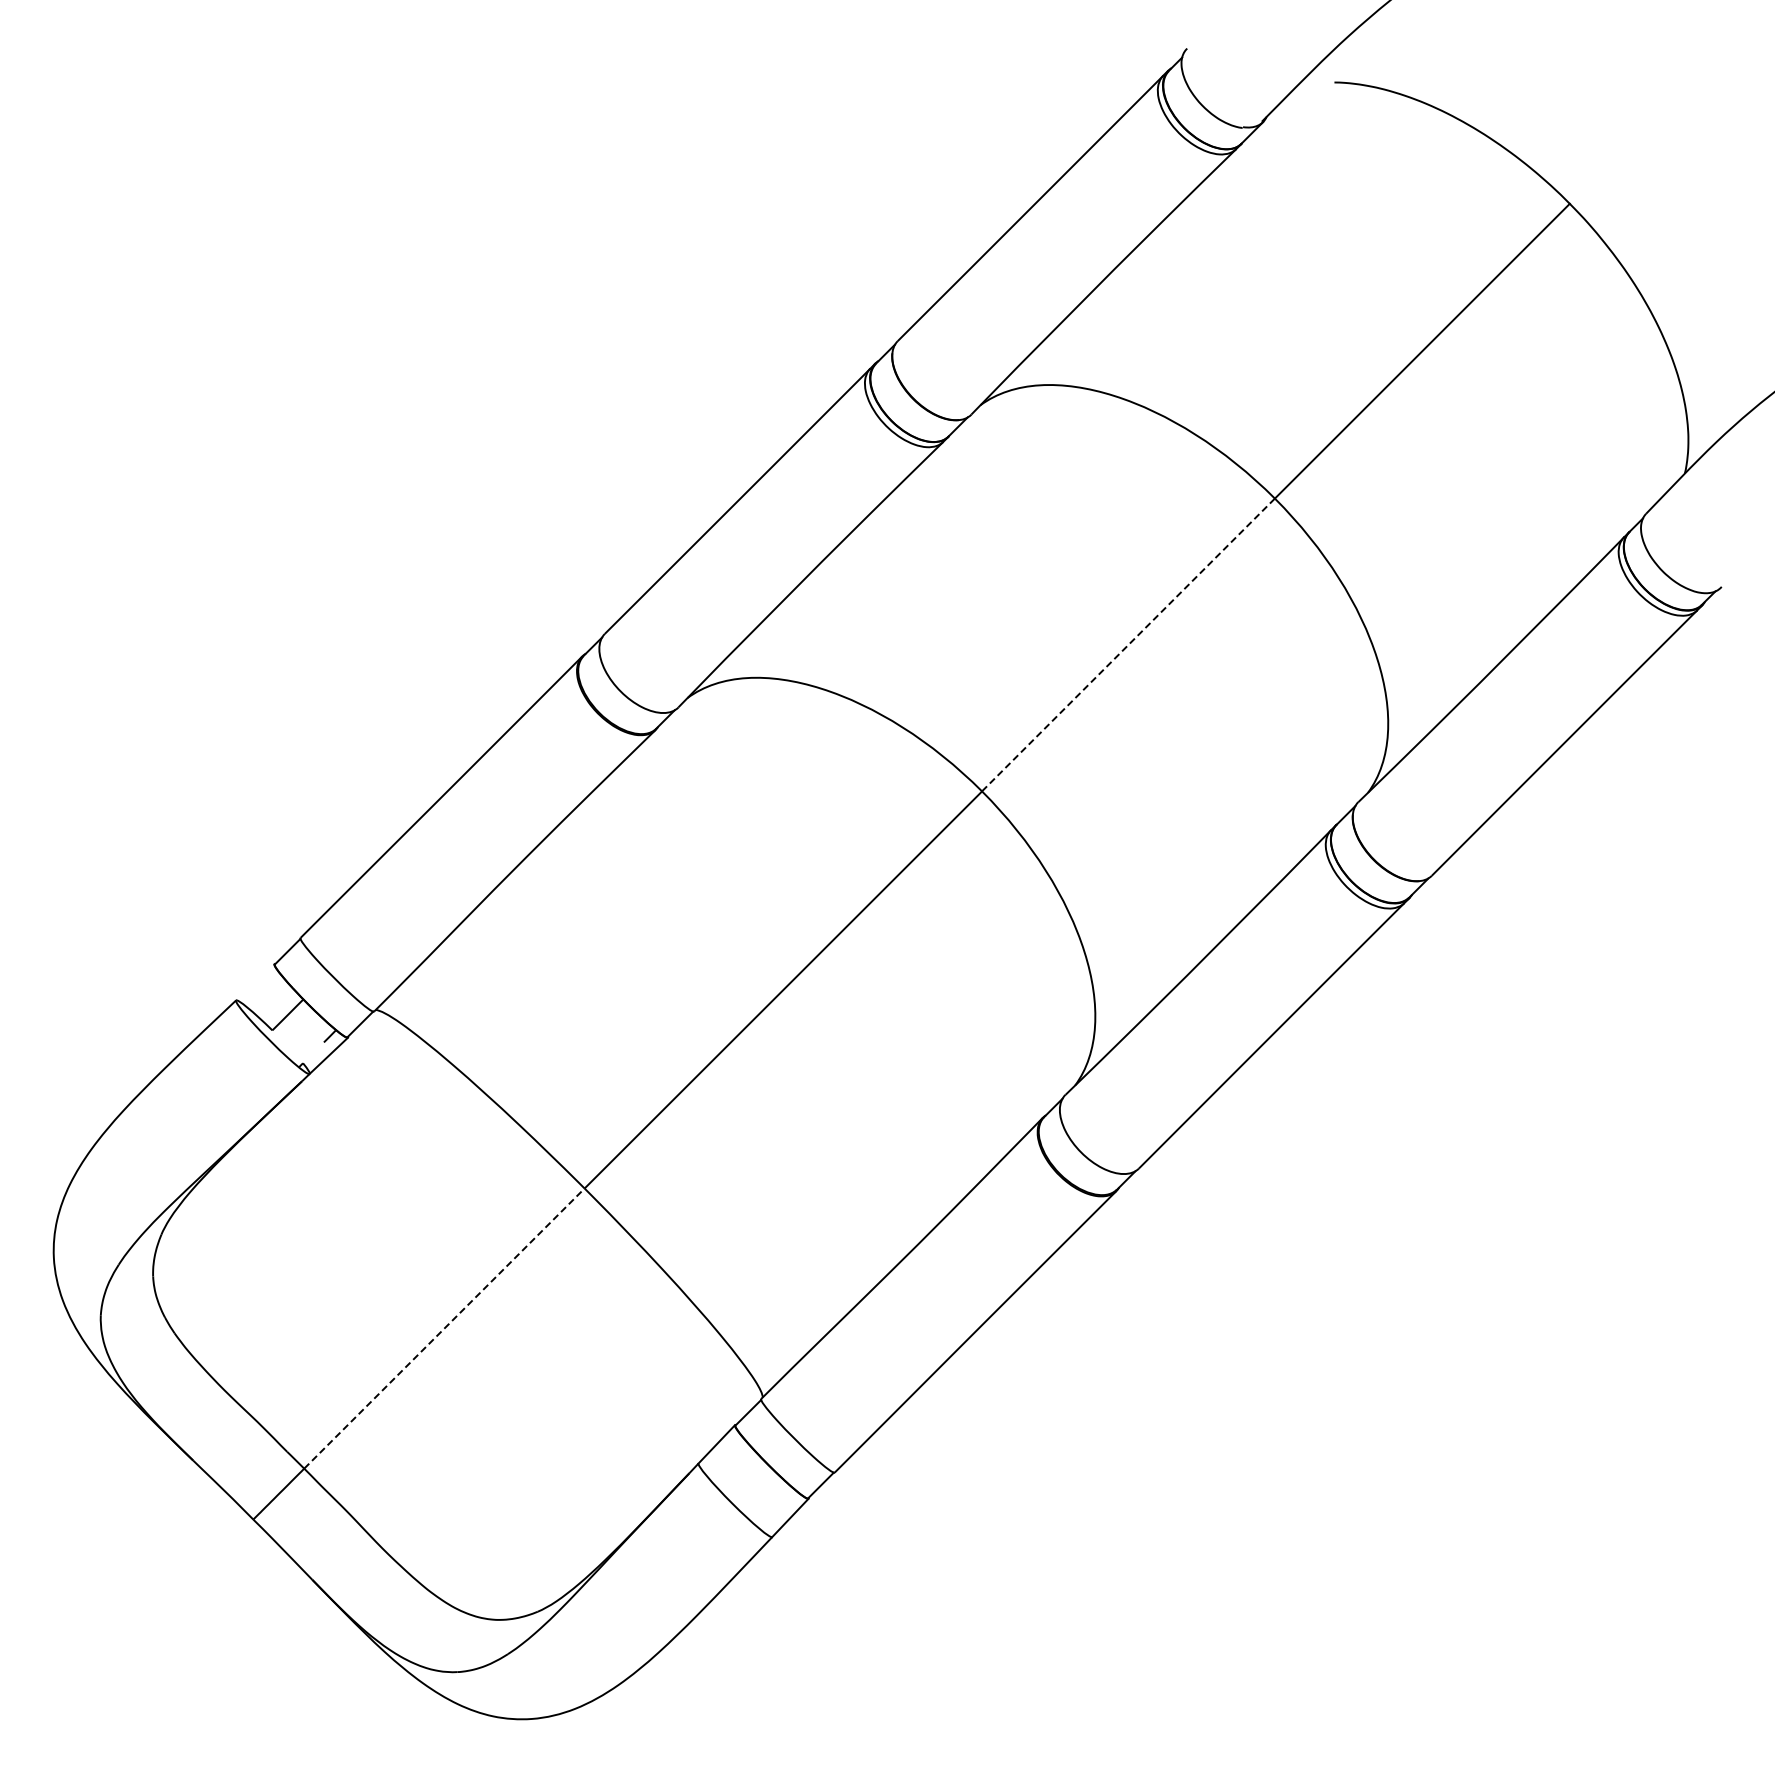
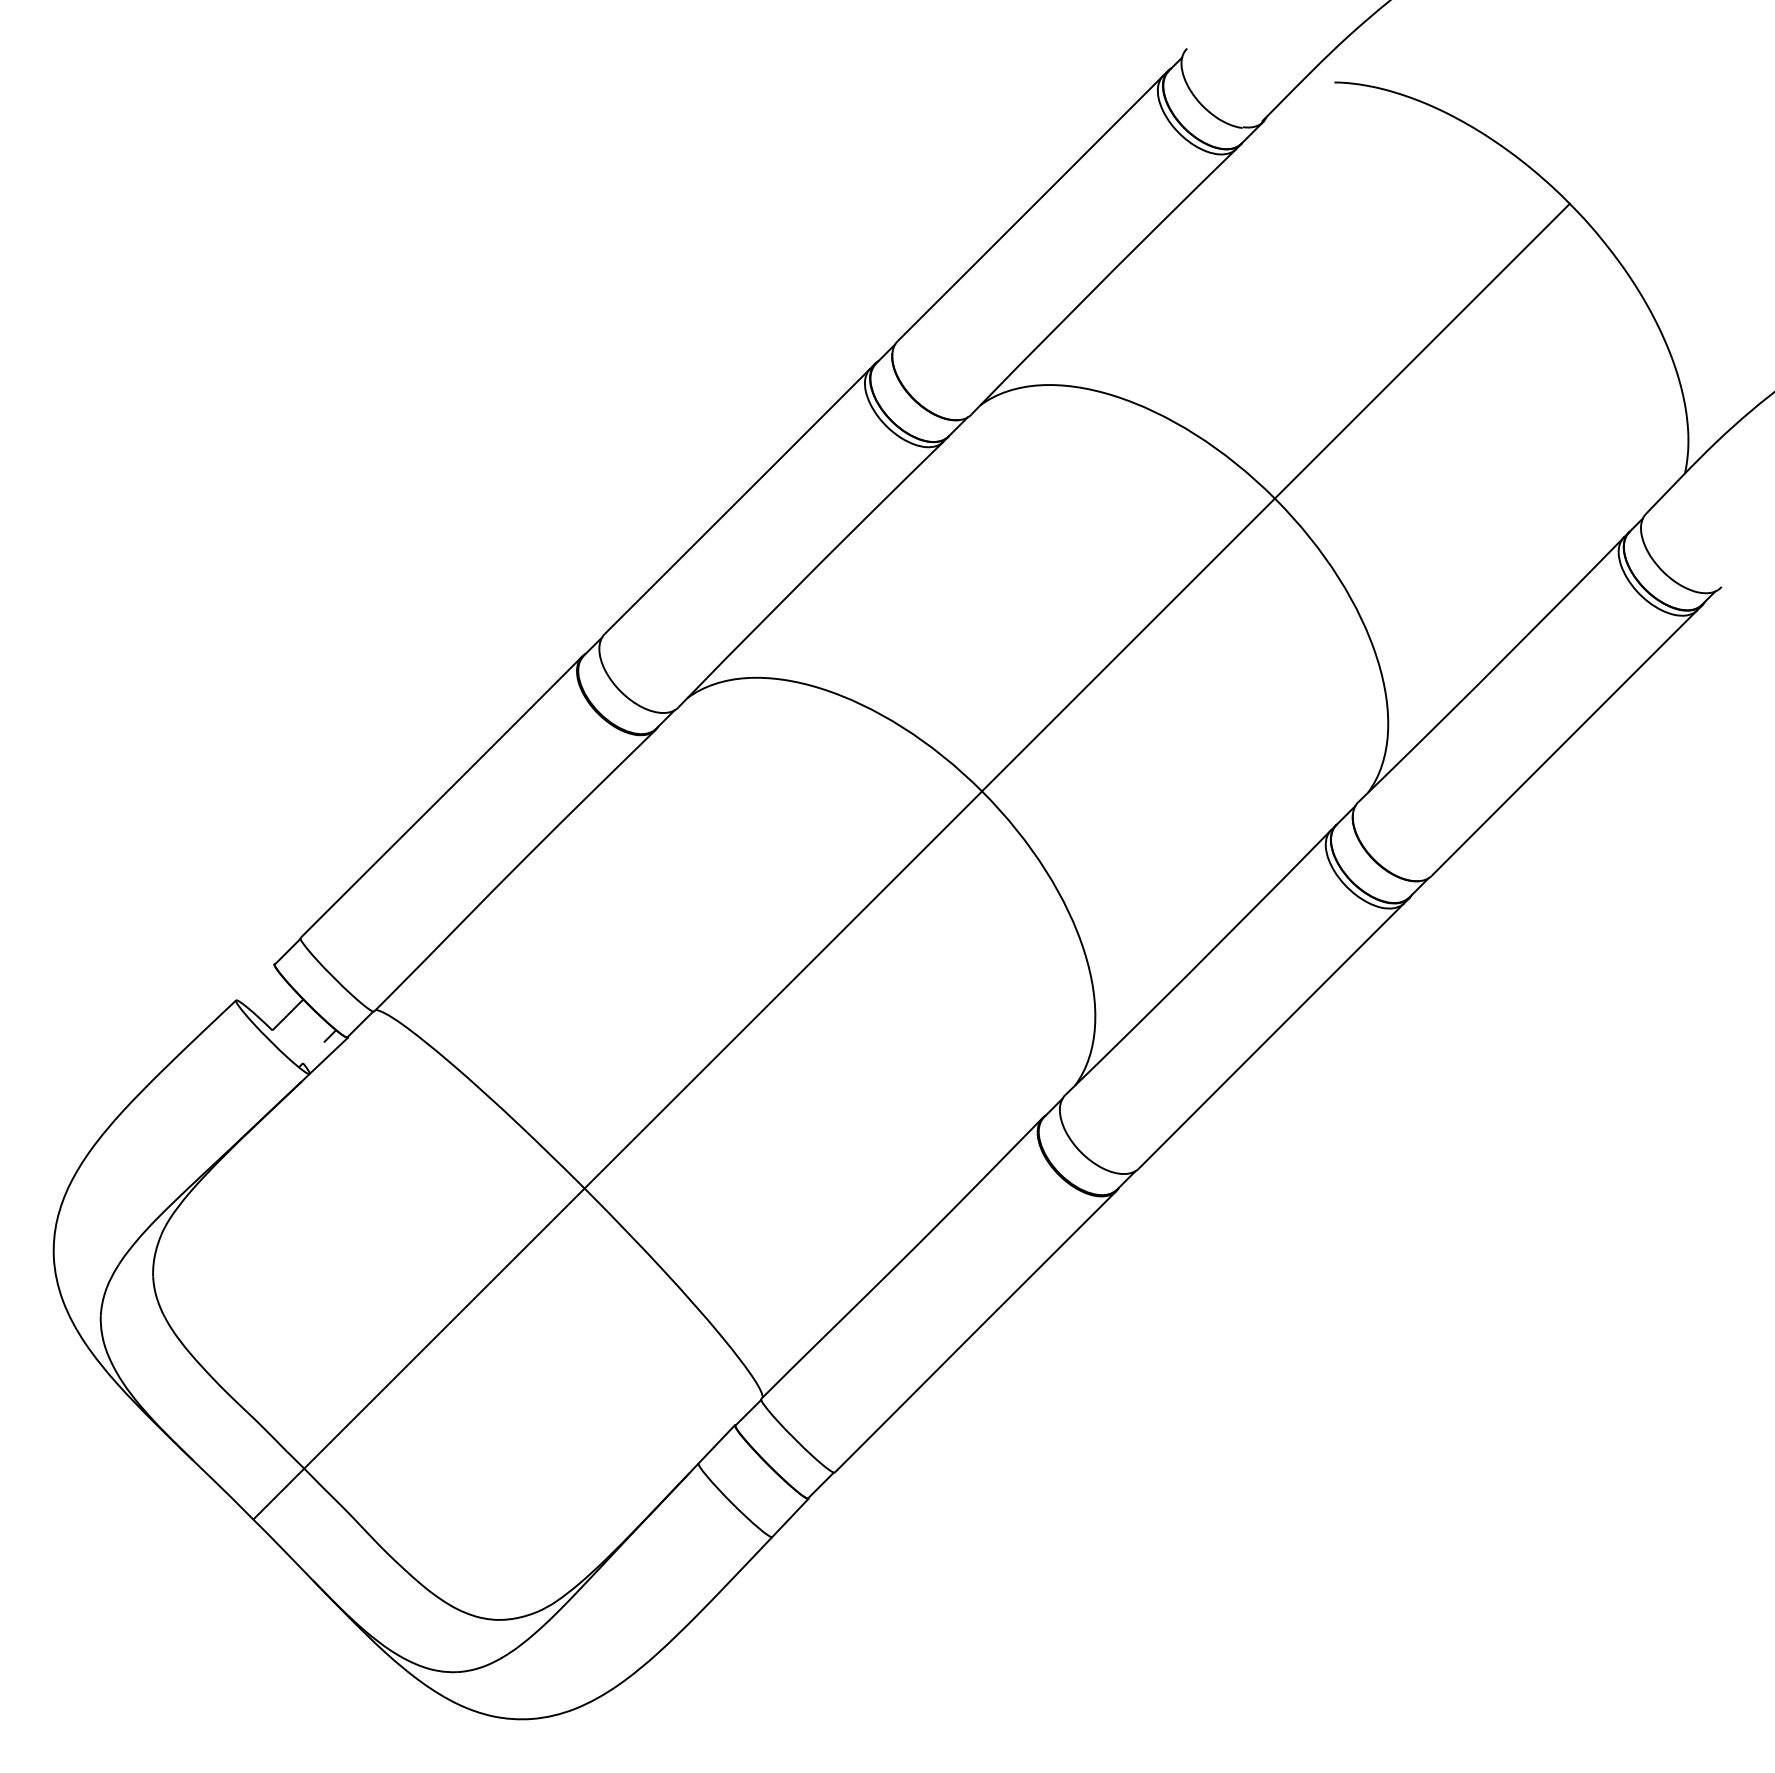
line at (1128, 644): dashed -> solid
line at (444, 1328): dashed -> solid
